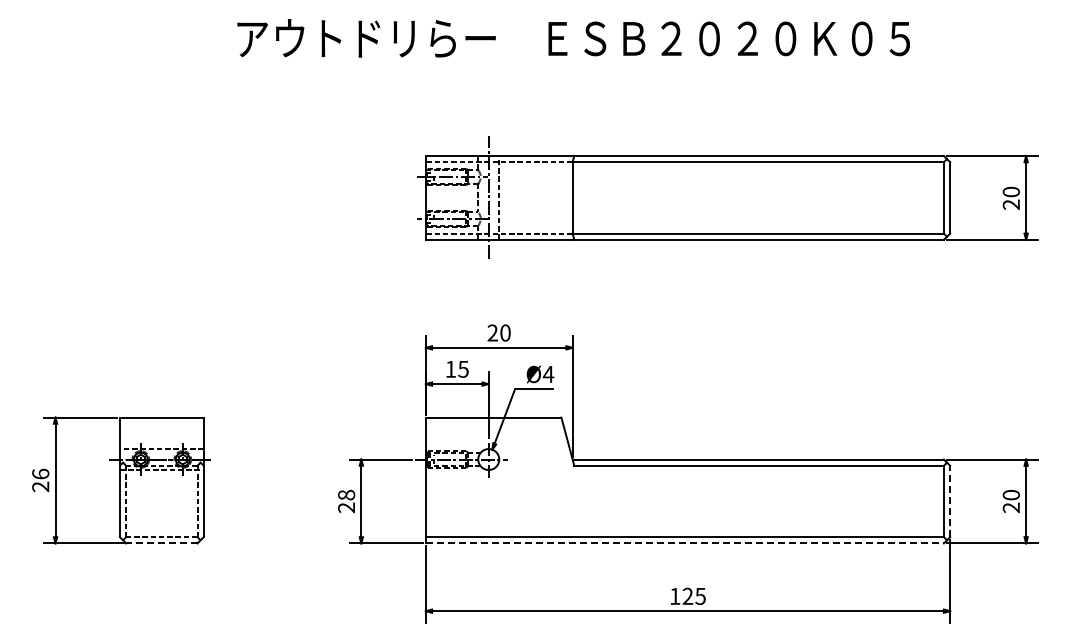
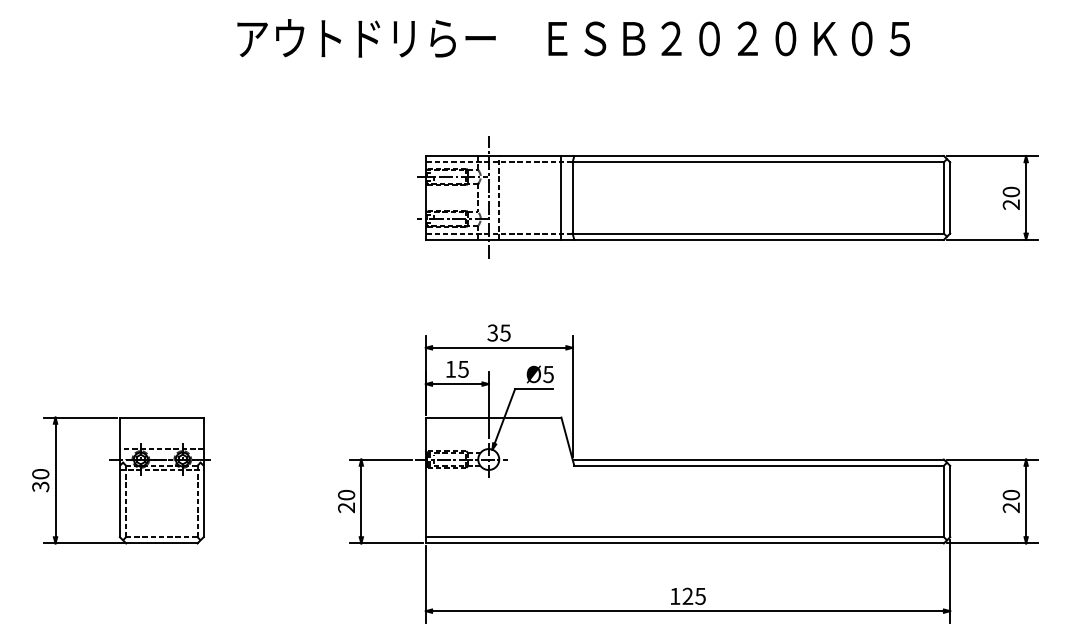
line at (561, 197): none -> present
text at (498, 332): 20 -> 35
text at (548, 374): Ø4 -> Ø5
text at (40, 480): 26 -> 30
text at (346, 494): 28 -> 20
line at (950, 501): dashed -> solid
line at (161, 543): dashed -> solid
line at (685, 543): dashed -> solid
